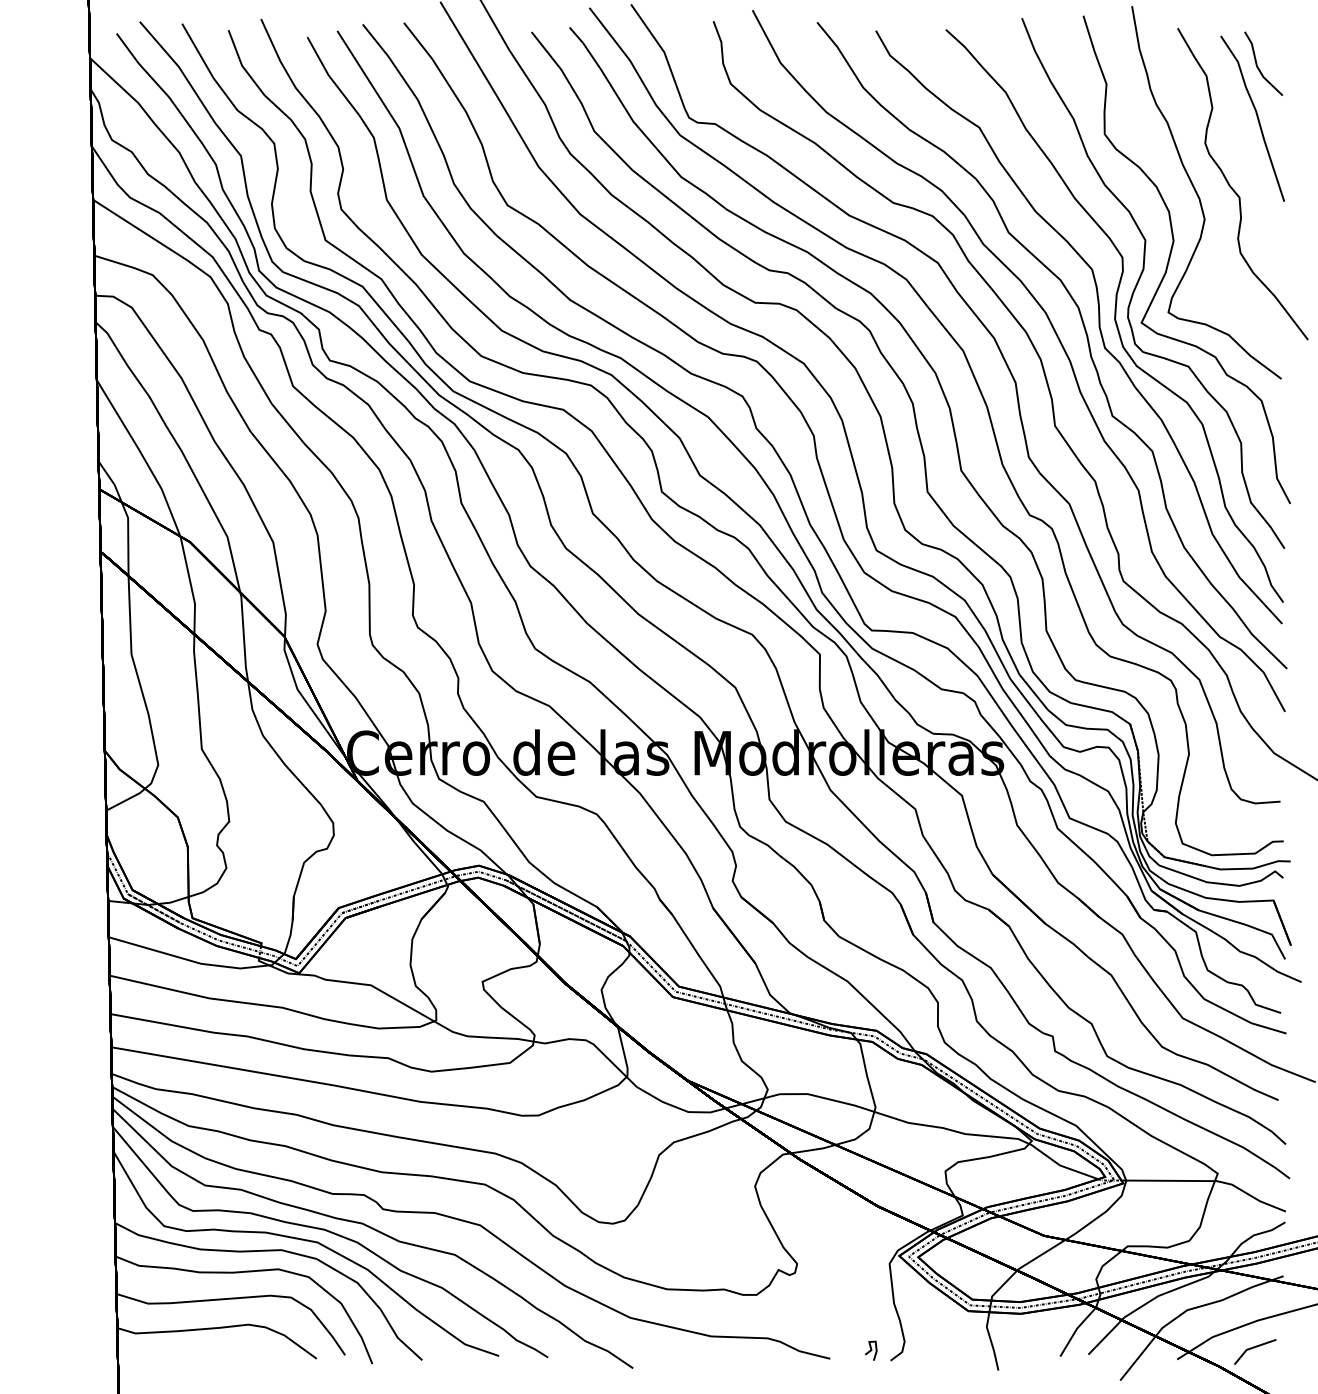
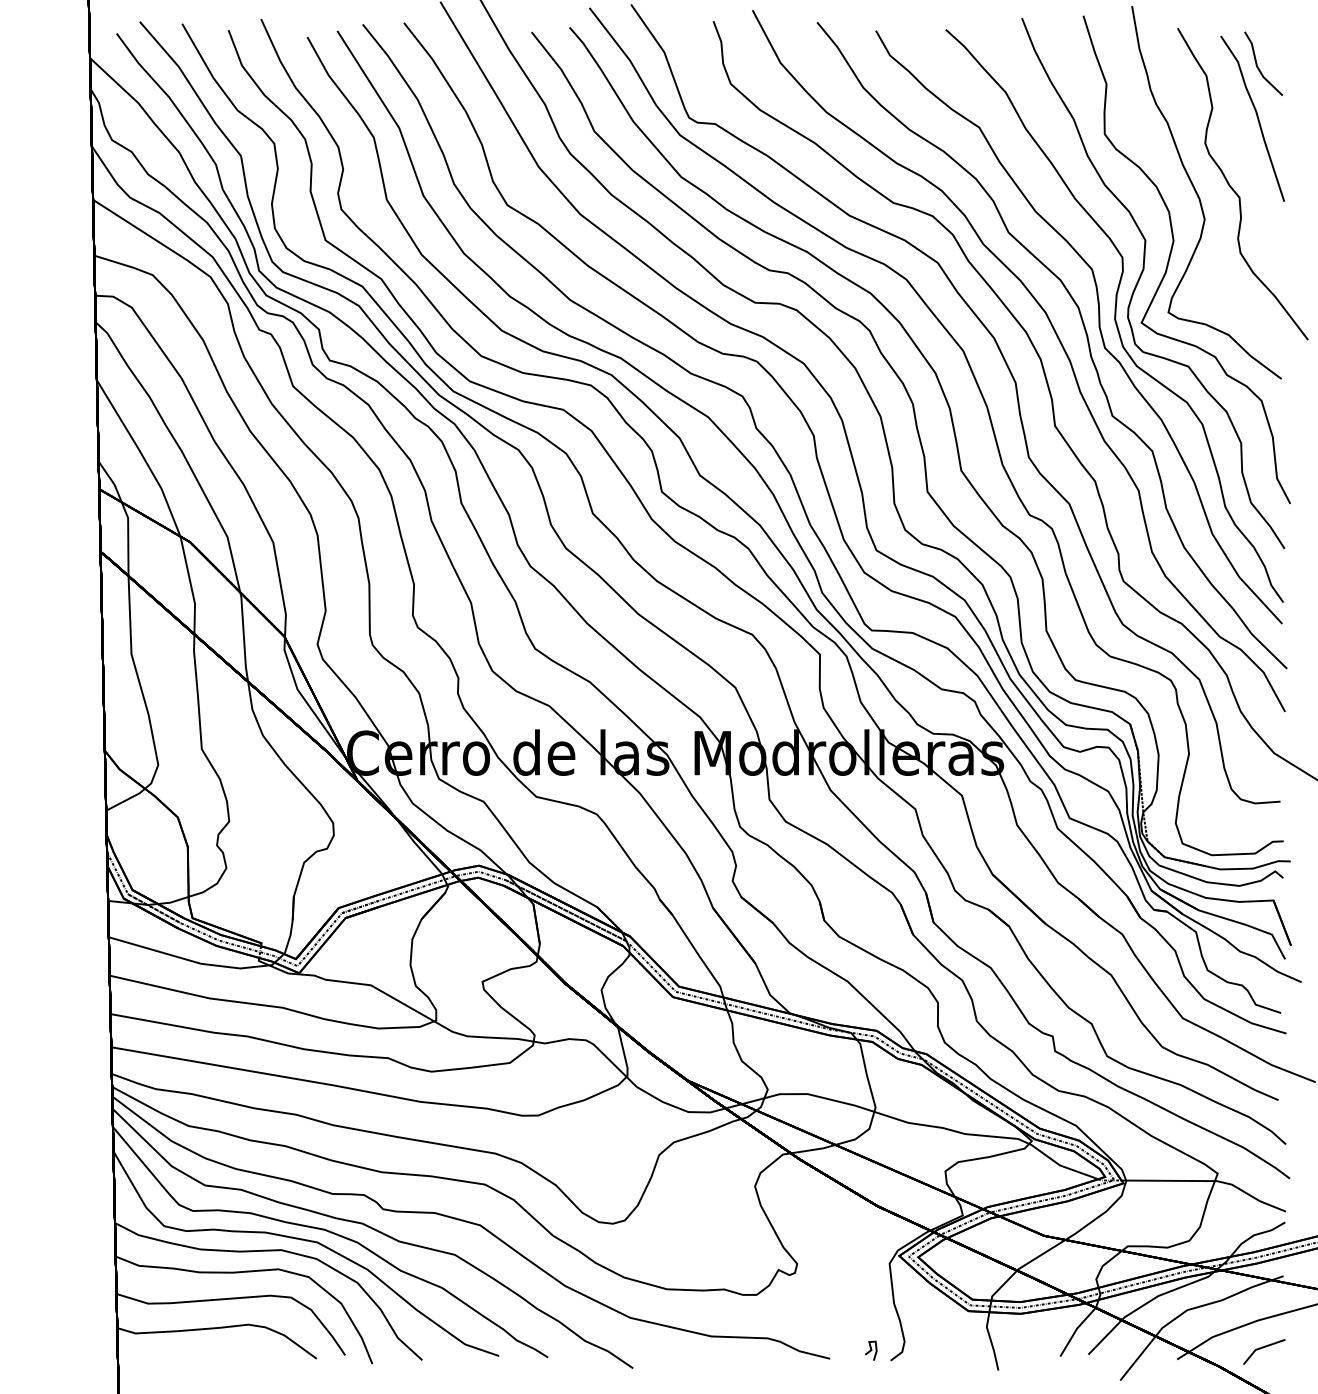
line at (1254, 1348) position: (1254, 1348) -> (1263, 1348)
